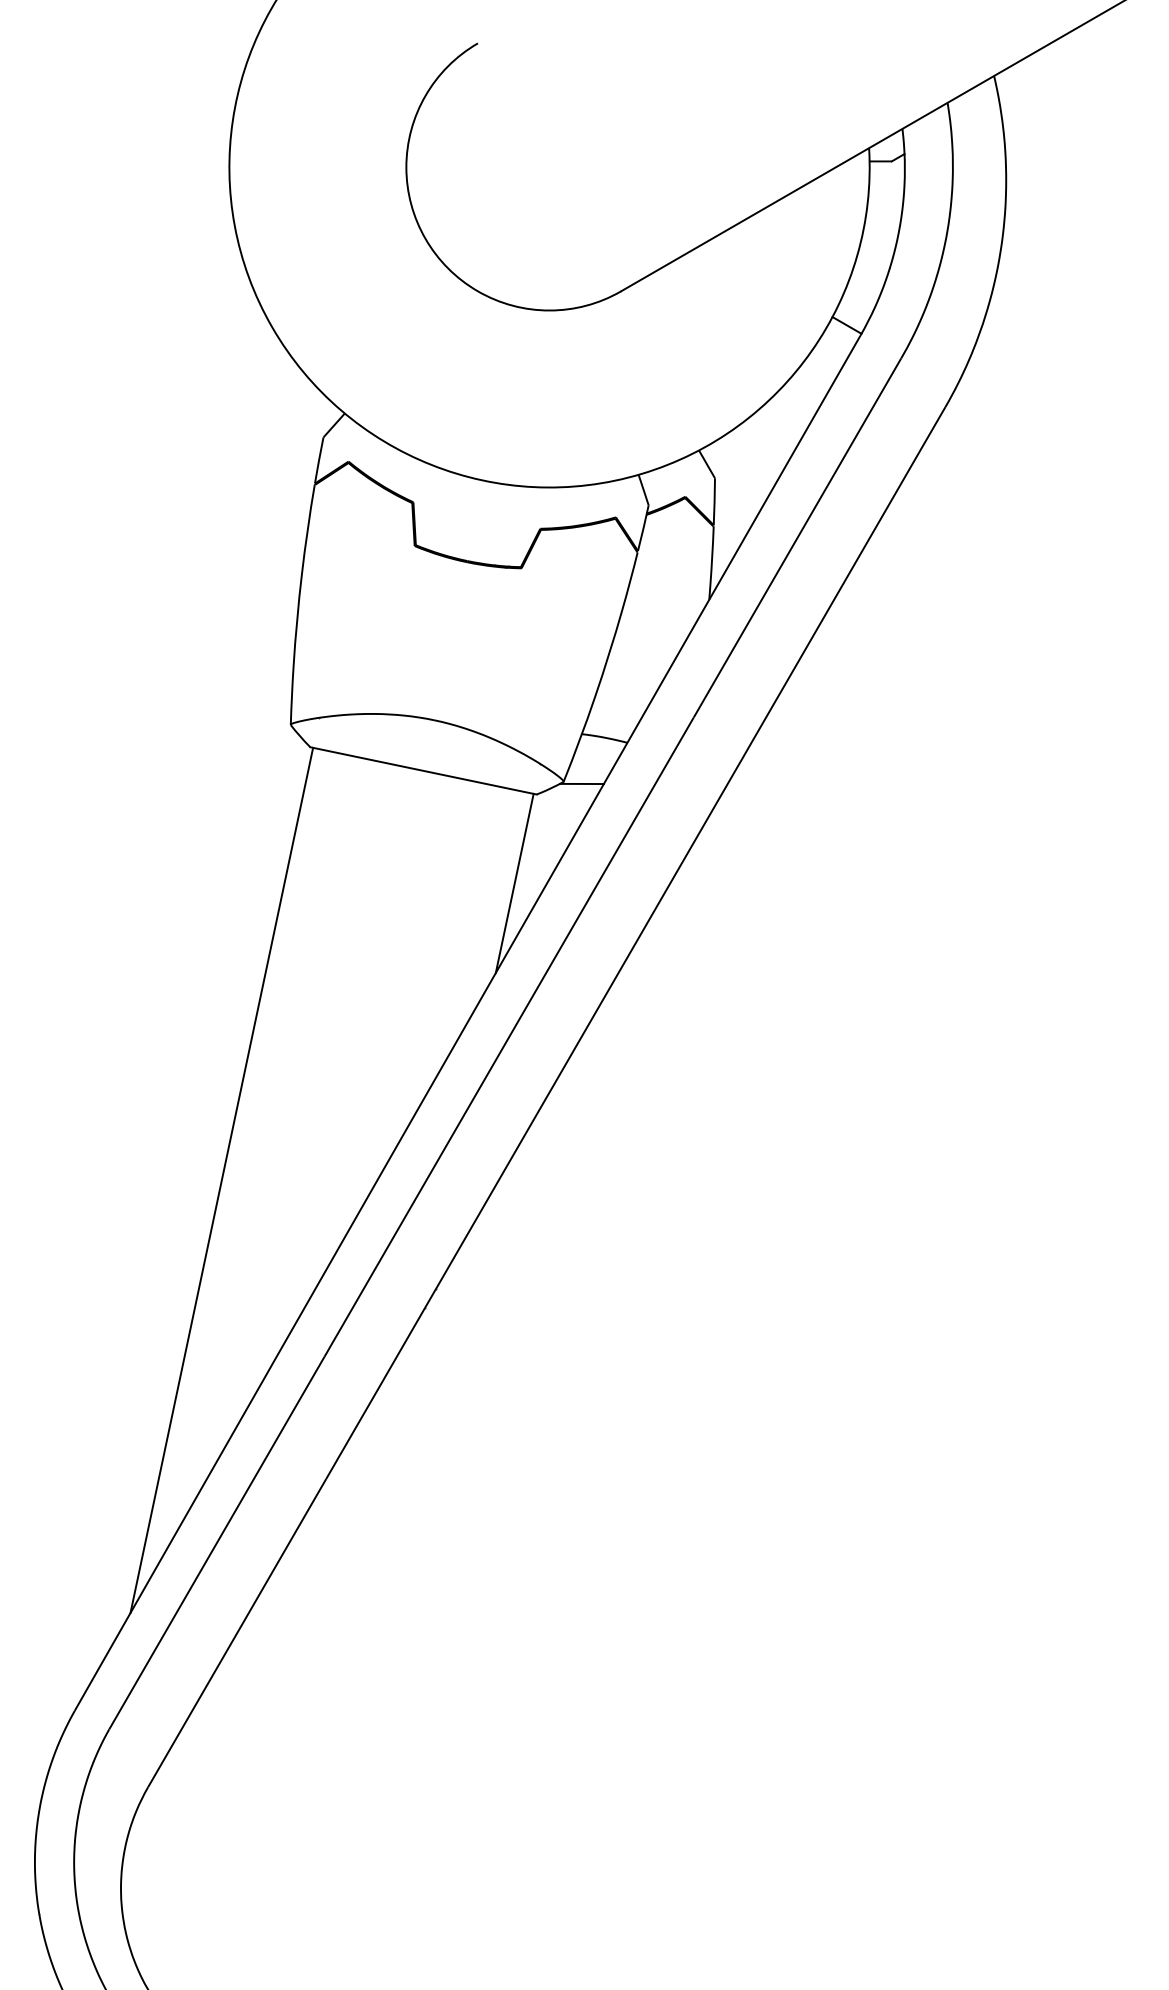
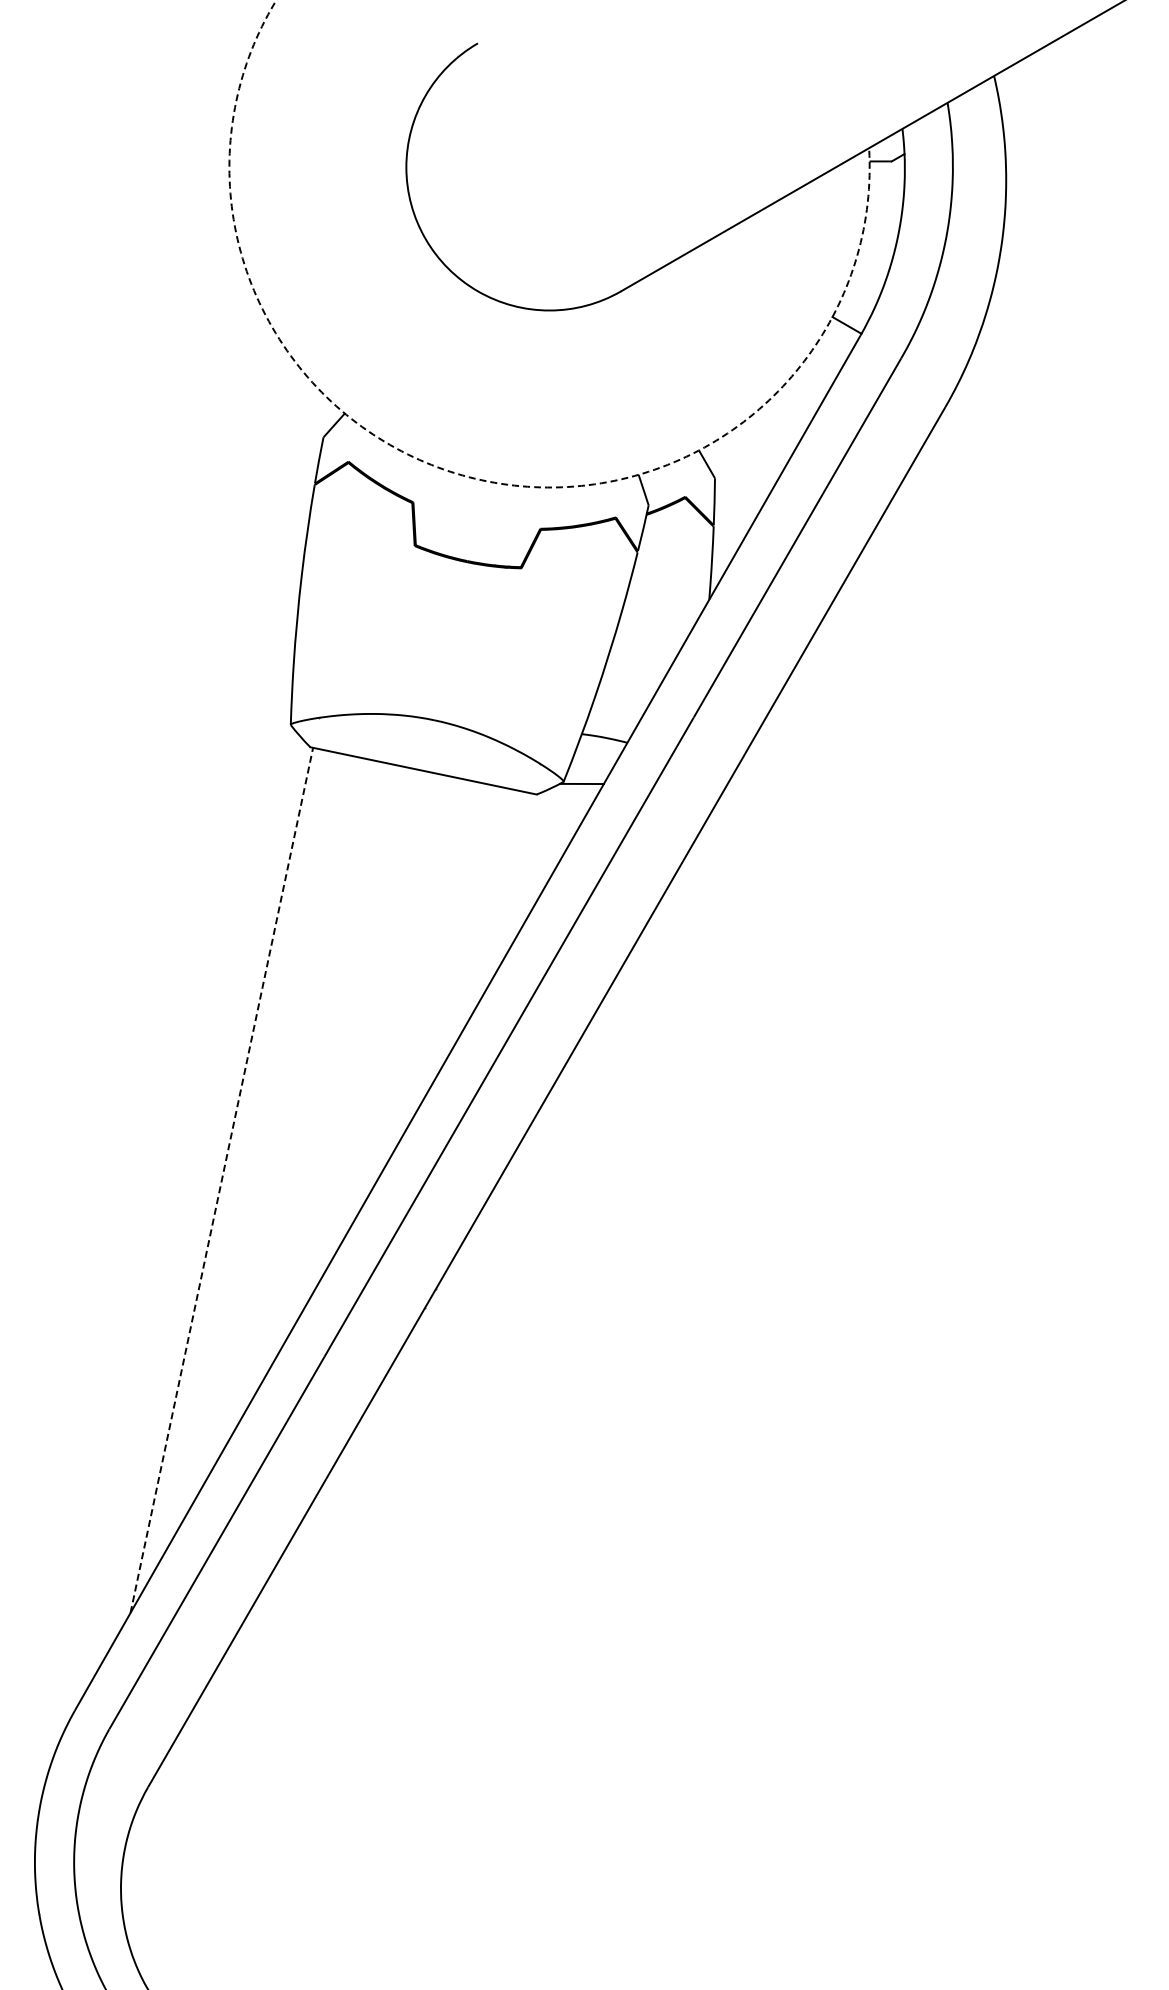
arc at (472, 477): solid -> dashed
line at (514, 883): present -> none
line at (221, 1179): solid -> dashed
